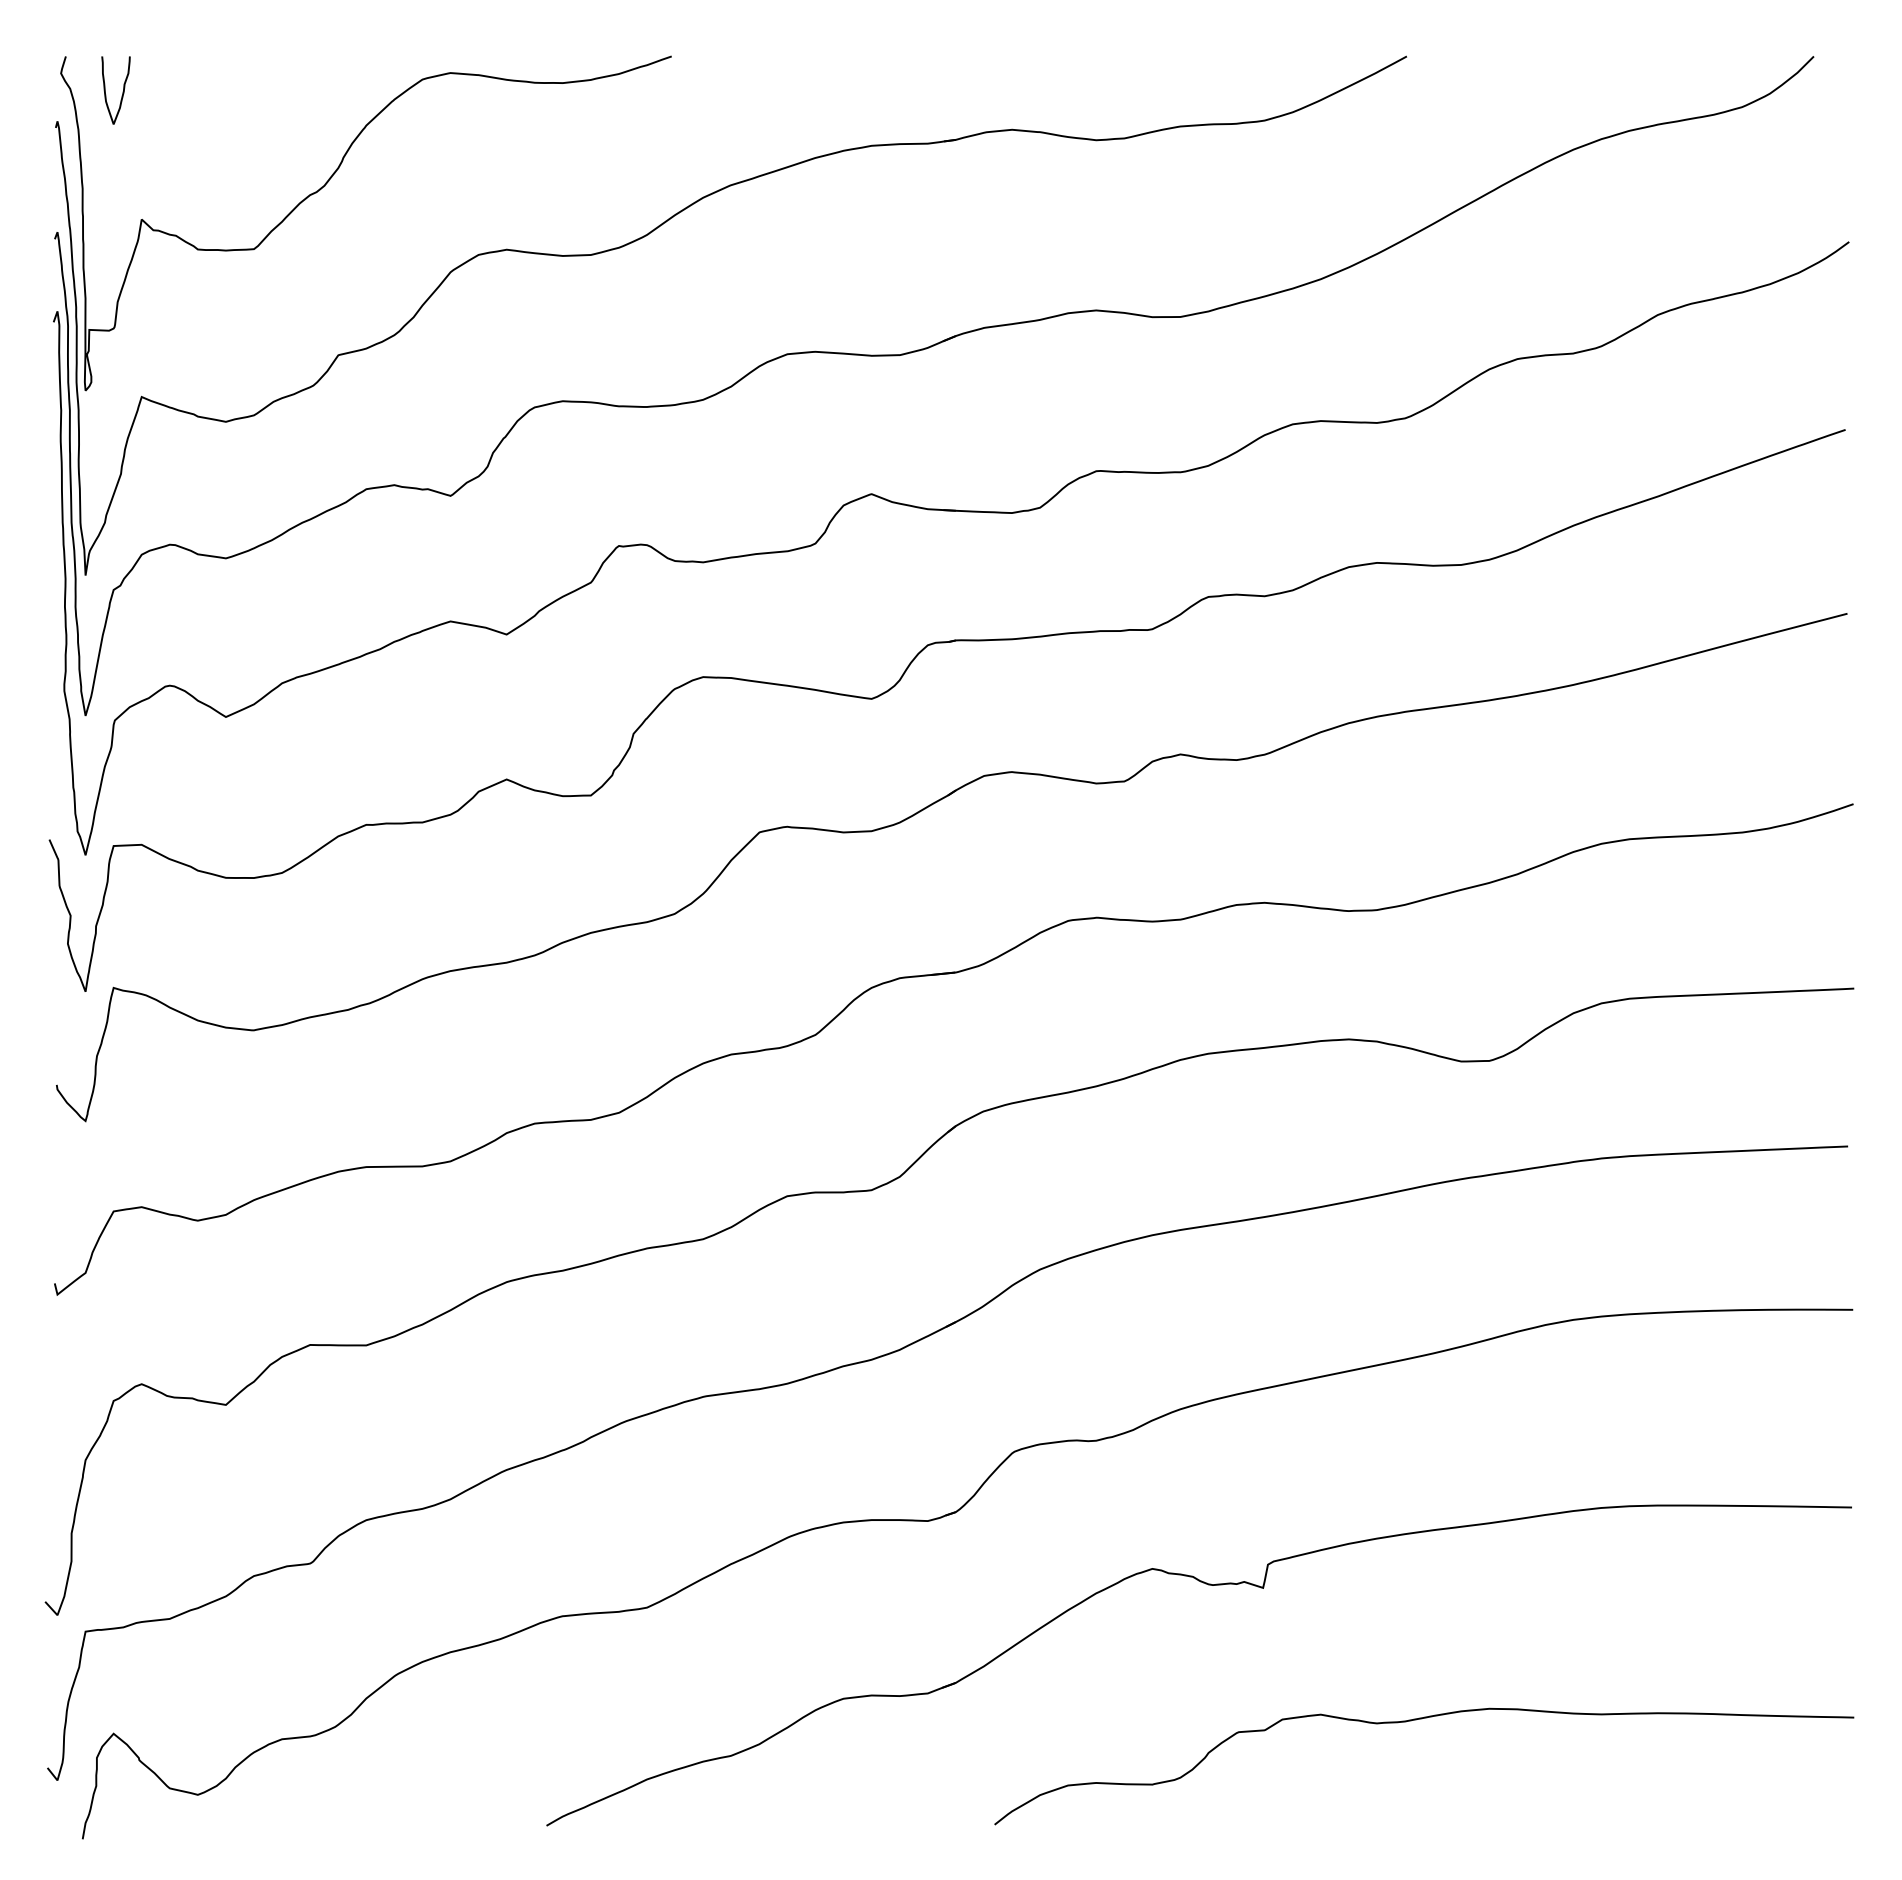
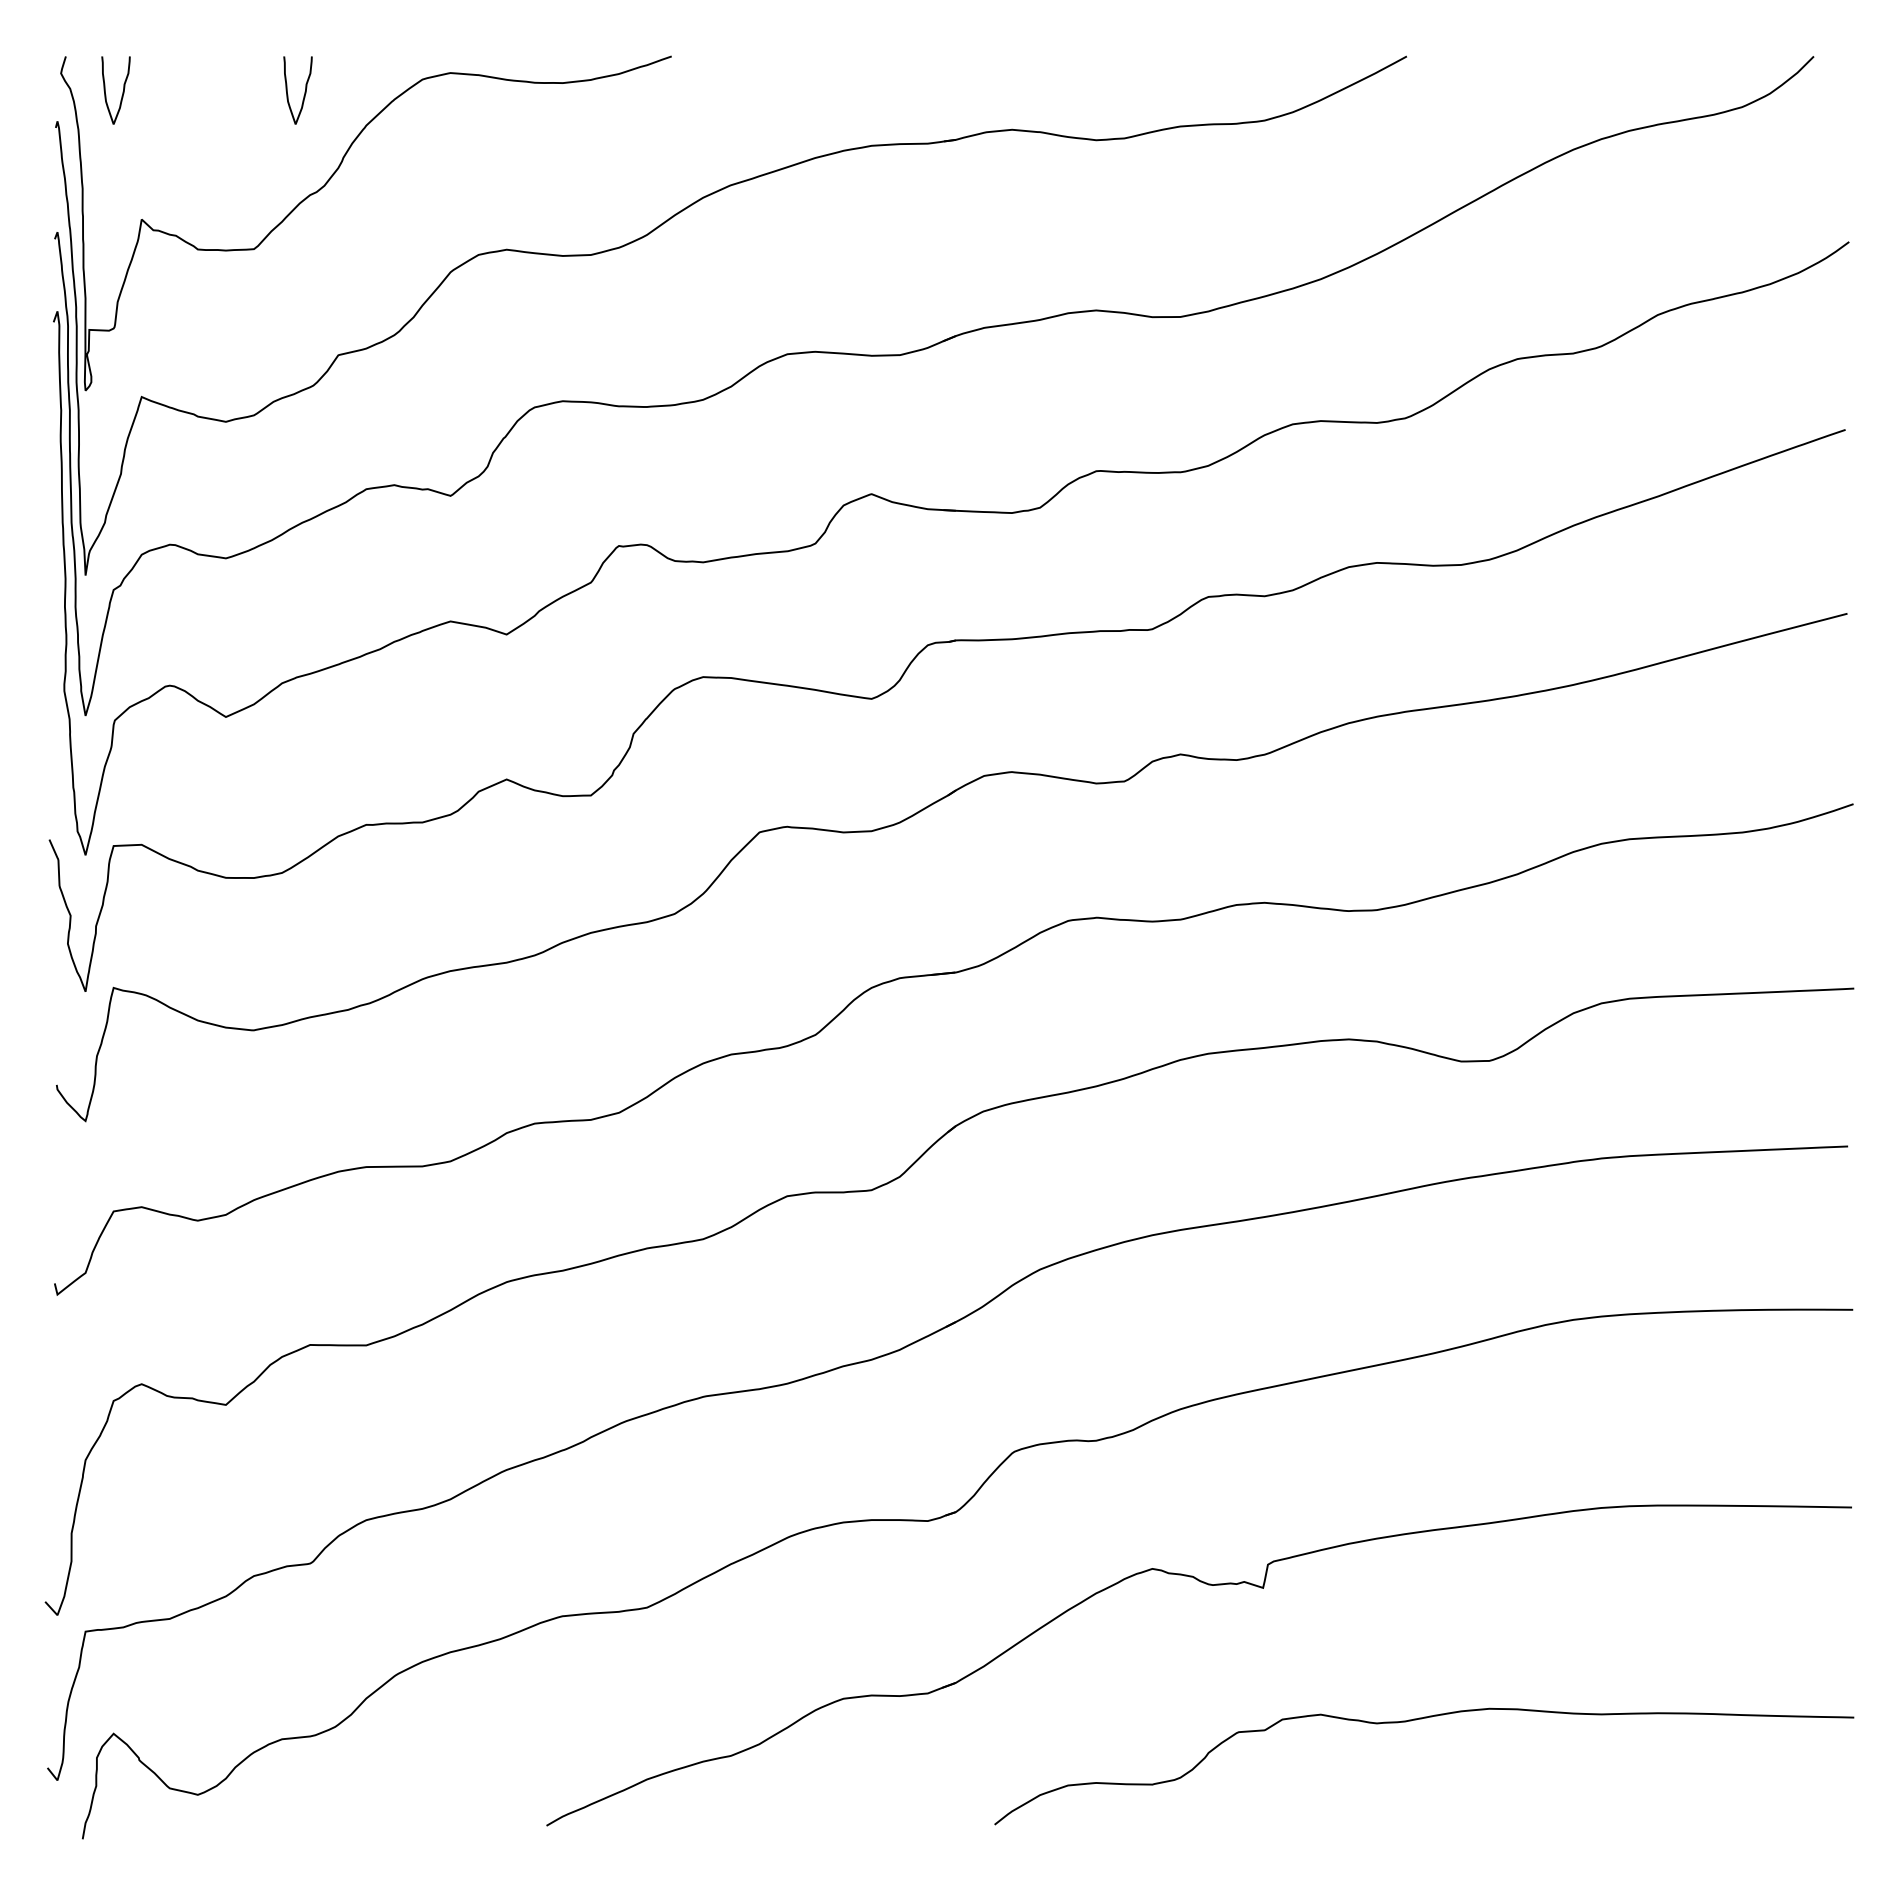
curve at (304, 91): none -> present
